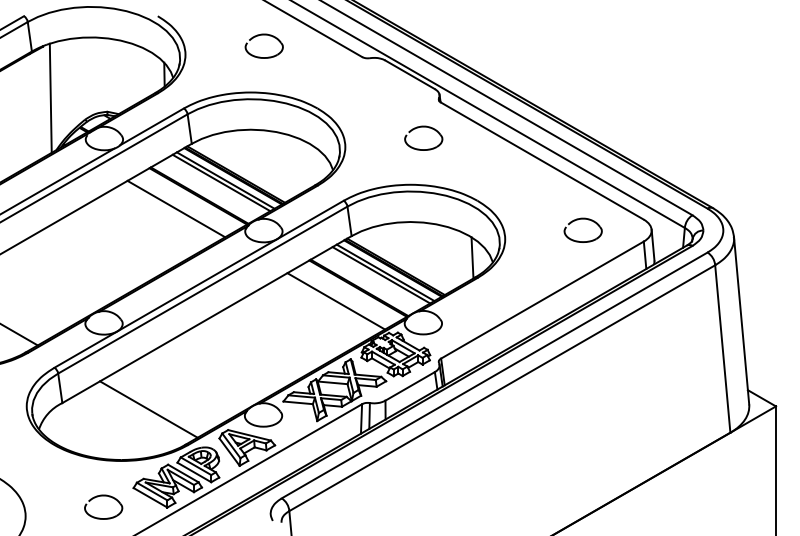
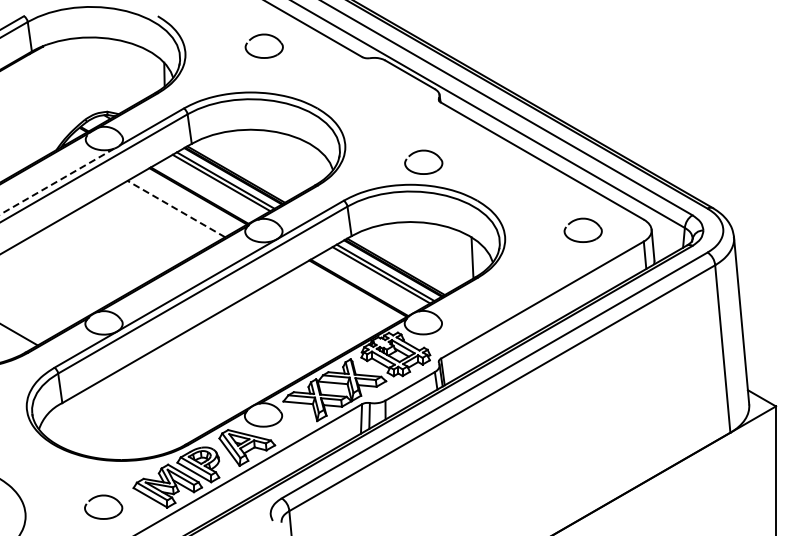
line at (50, 97): present -> none
part at (423, 127) position: (423, 127) -> (423, 151)
line at (57, 181): solid -> dashed
line at (175, 208): solid -> dashed
line at (336, 301): present -> none
line at (148, 409): present -> none
